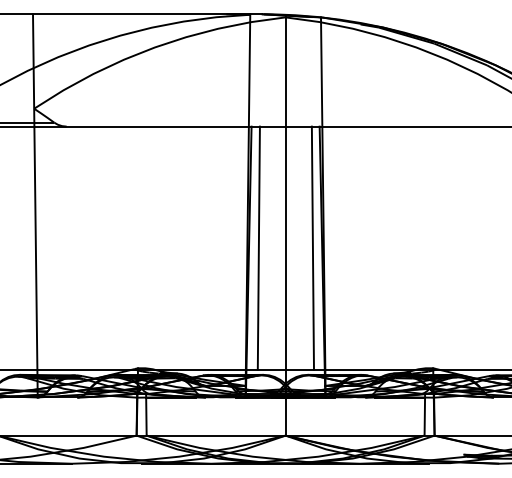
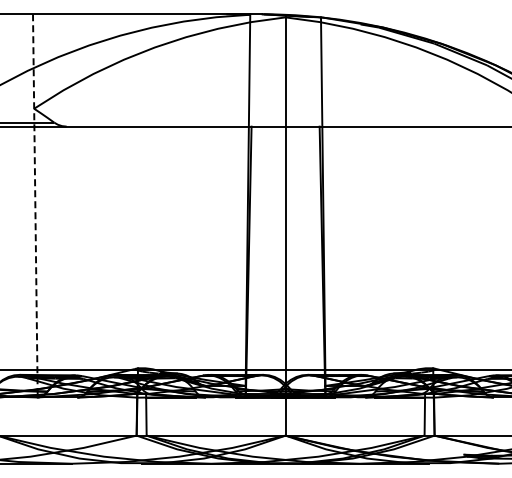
line at (35, 205): solid -> dashed
line at (258, 247): present -> none
line at (312, 247): present -> none
